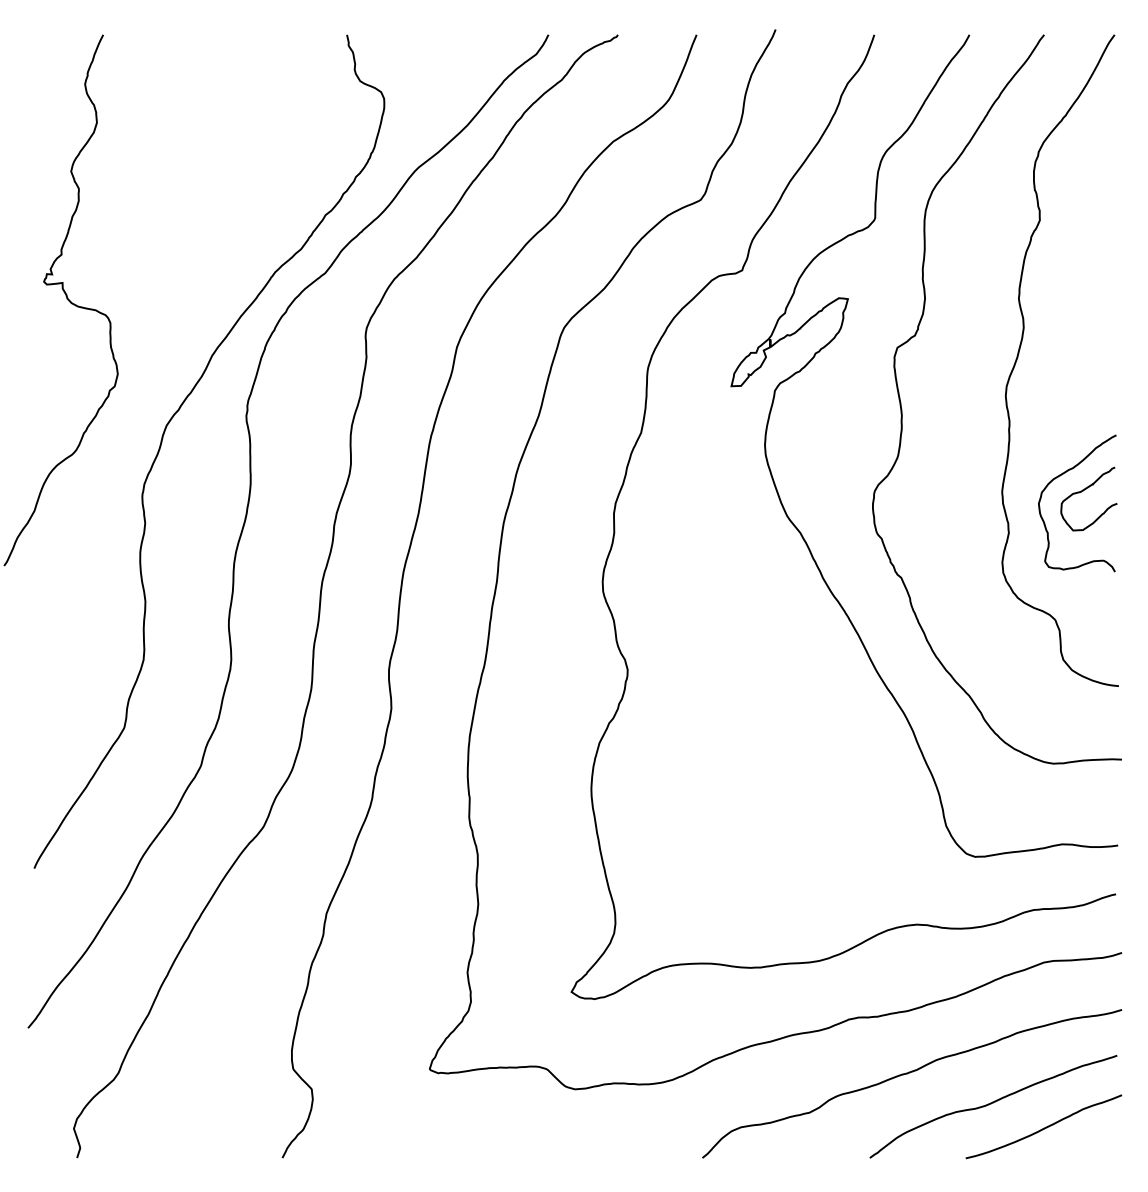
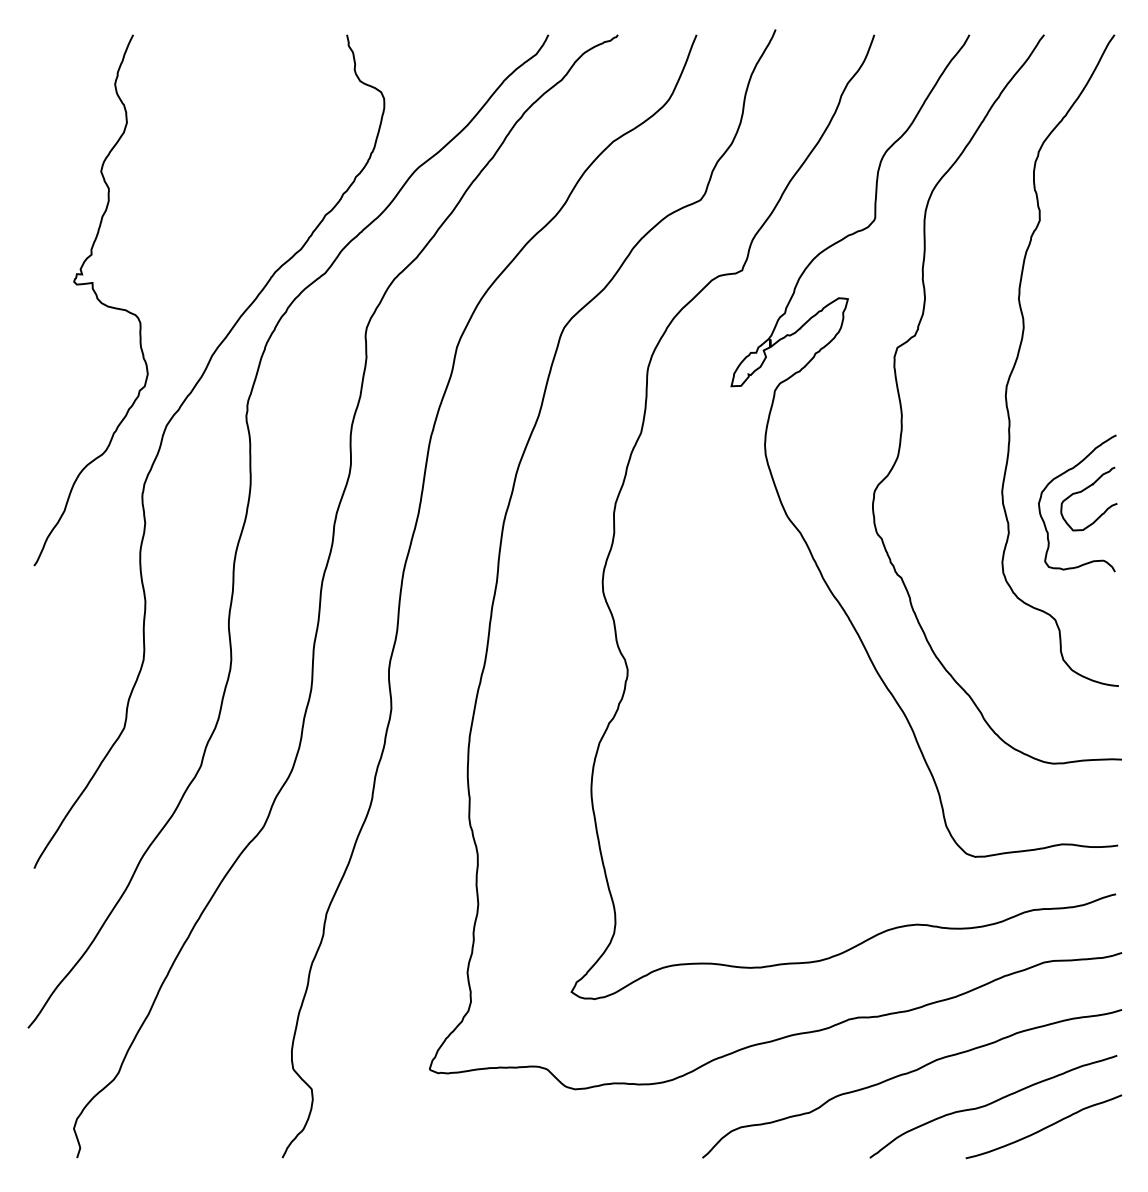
curve at (66, 298) position: (66, 298) -> (96, 298)
